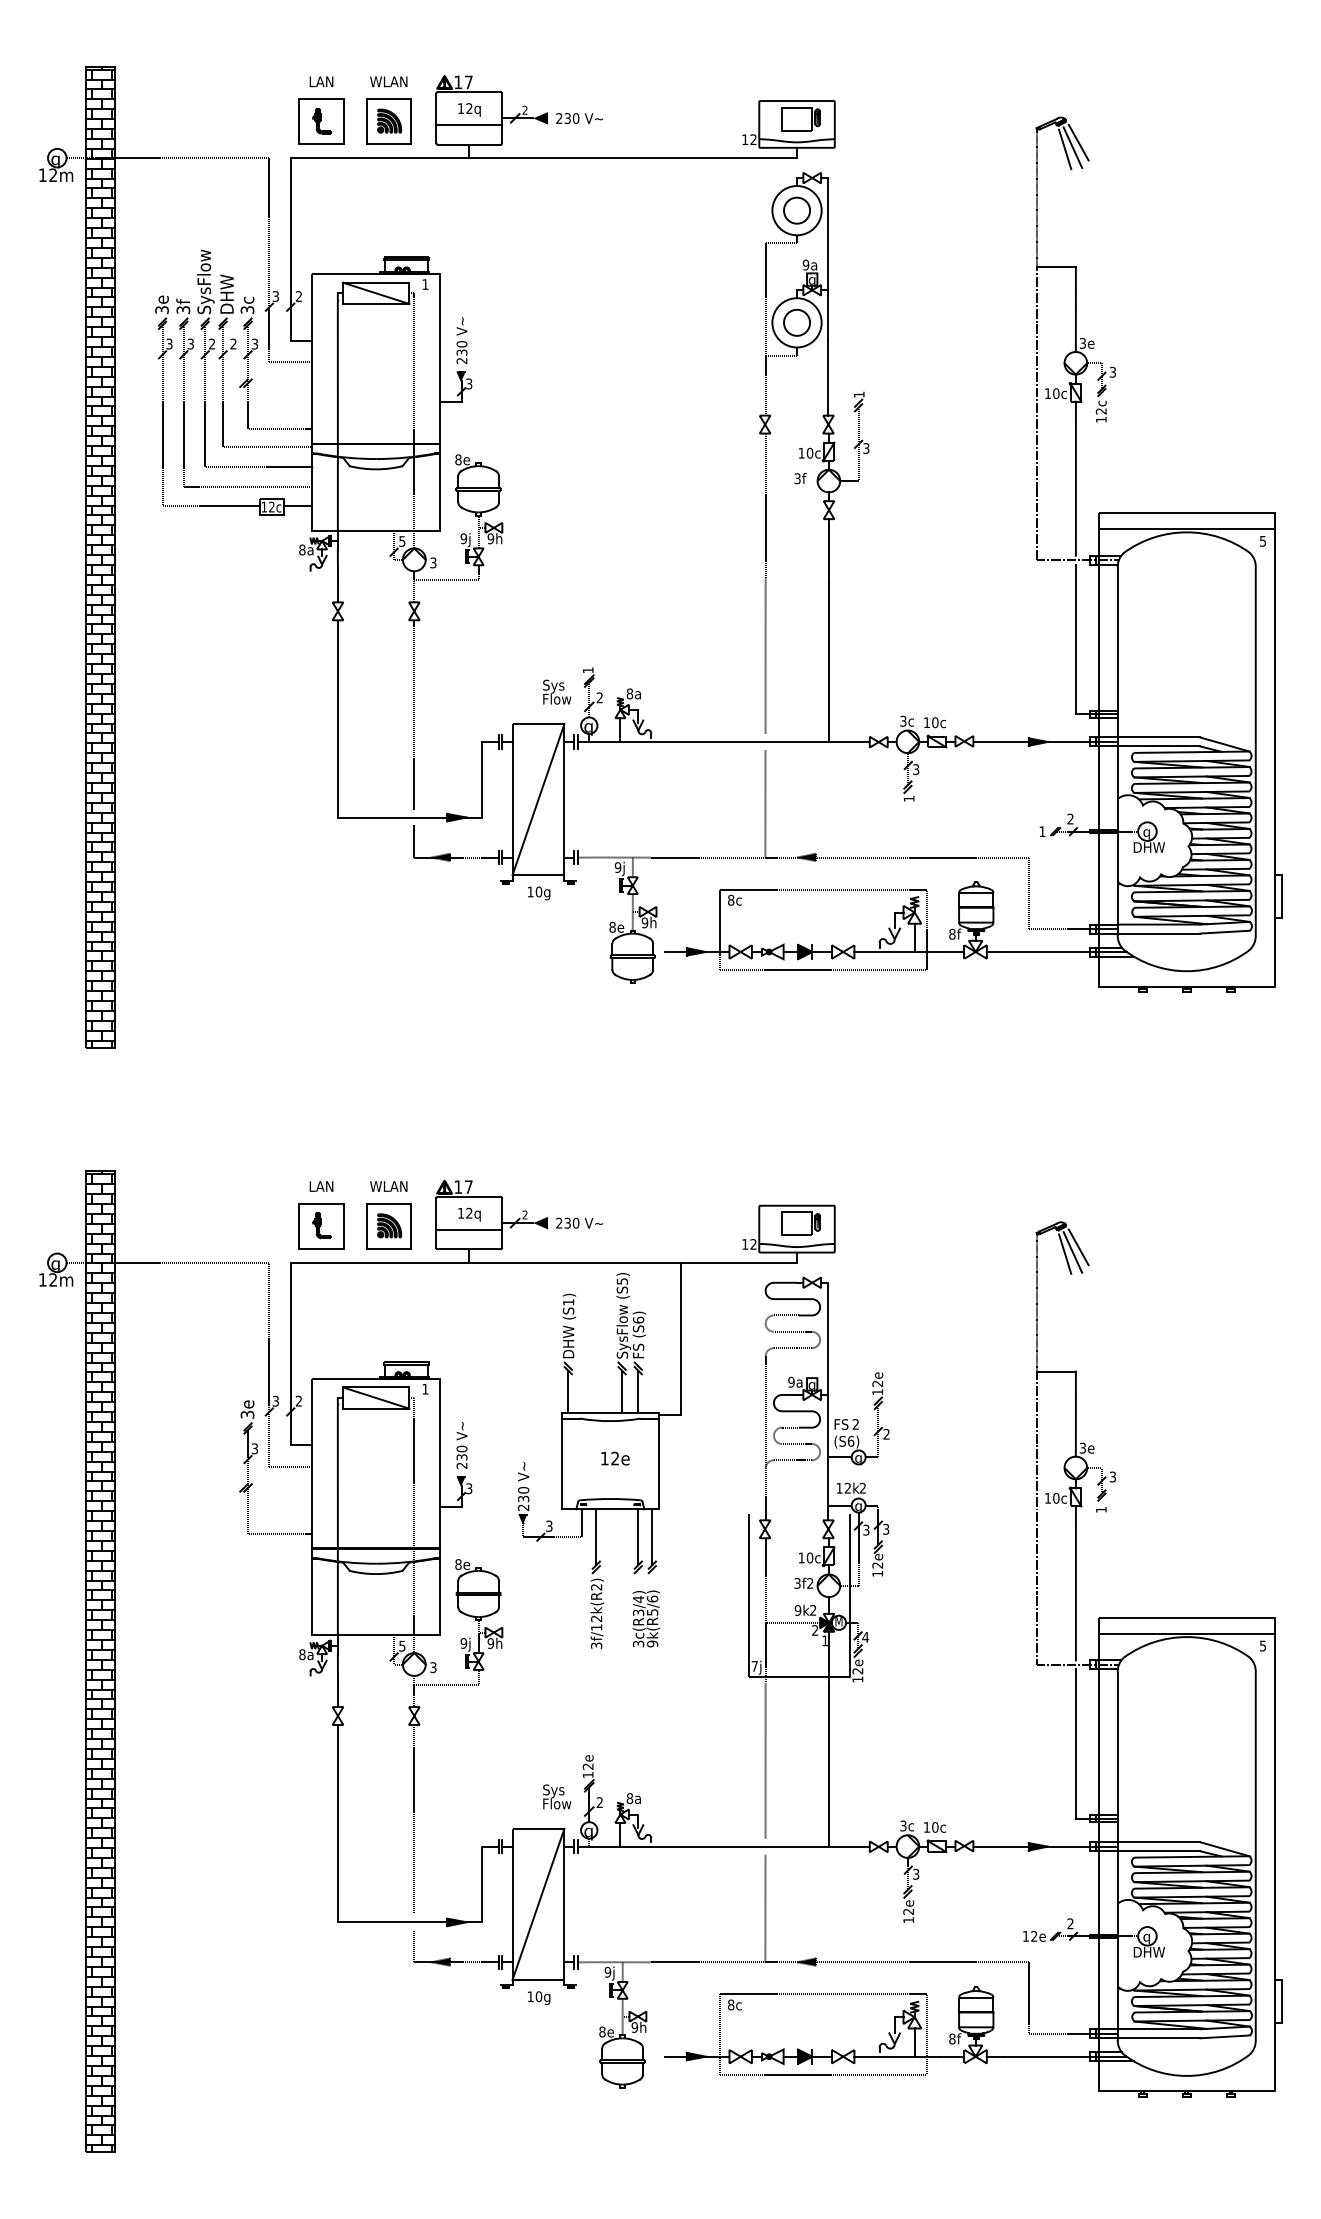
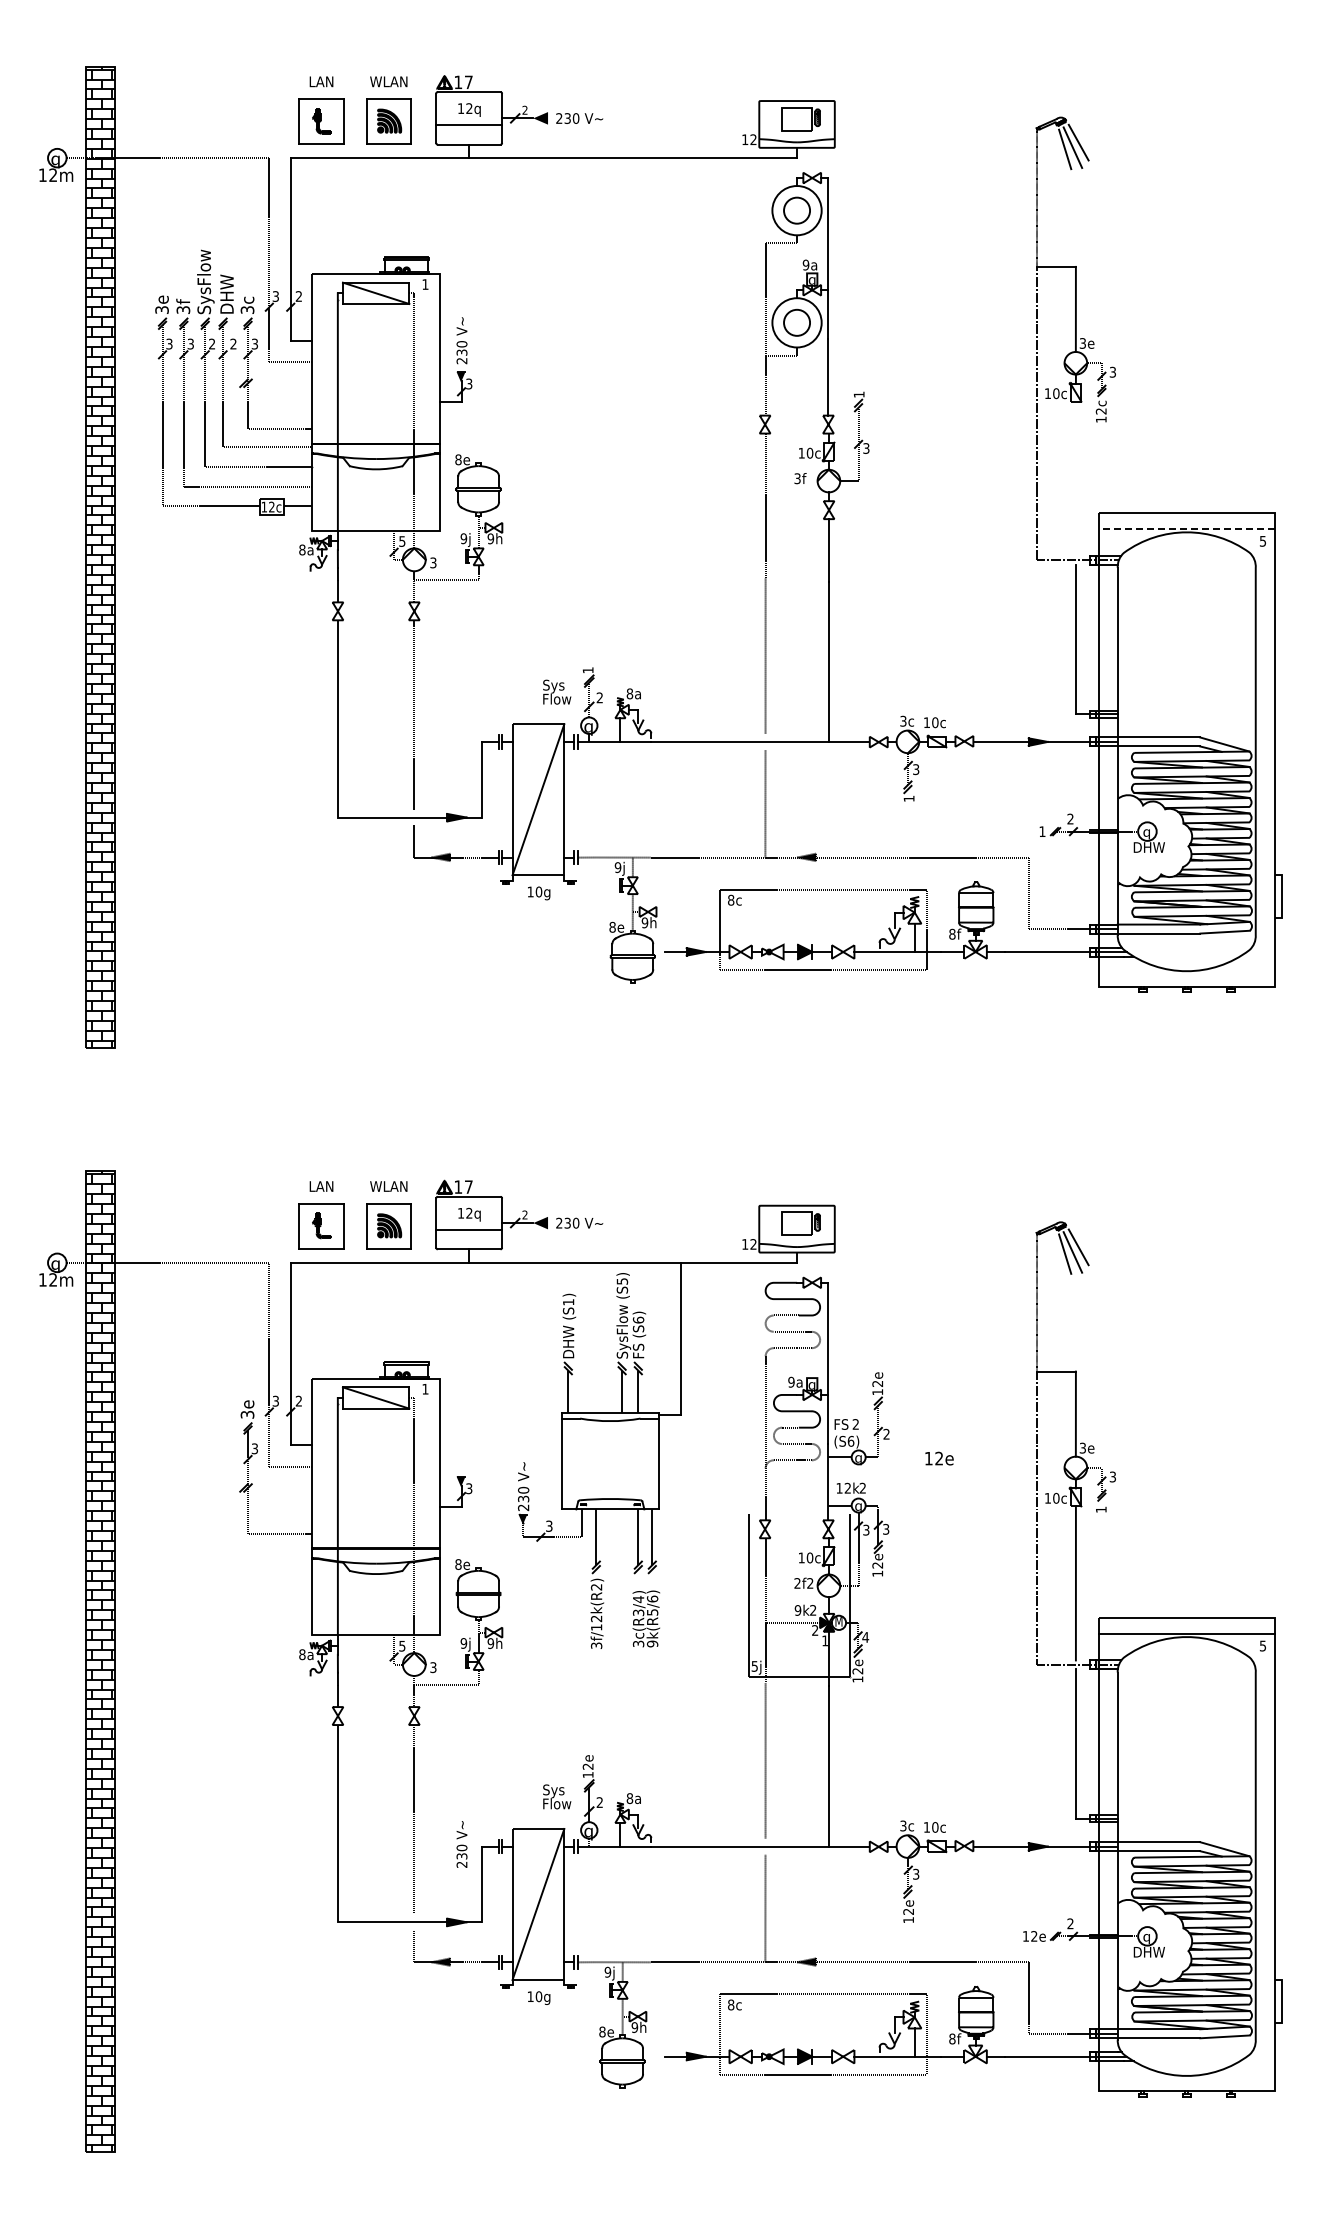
line at (1075, 478): present -> none
line at (1186, 528): solid -> dashed
text at (461, 1445) position: (461, 1445) -> (461, 1844)
text at (615, 1458) position: (615, 1458) -> (939, 1458)
text at (797, 1583): 3f -> 2f
text at (754, 1666): 7j -> 5j
